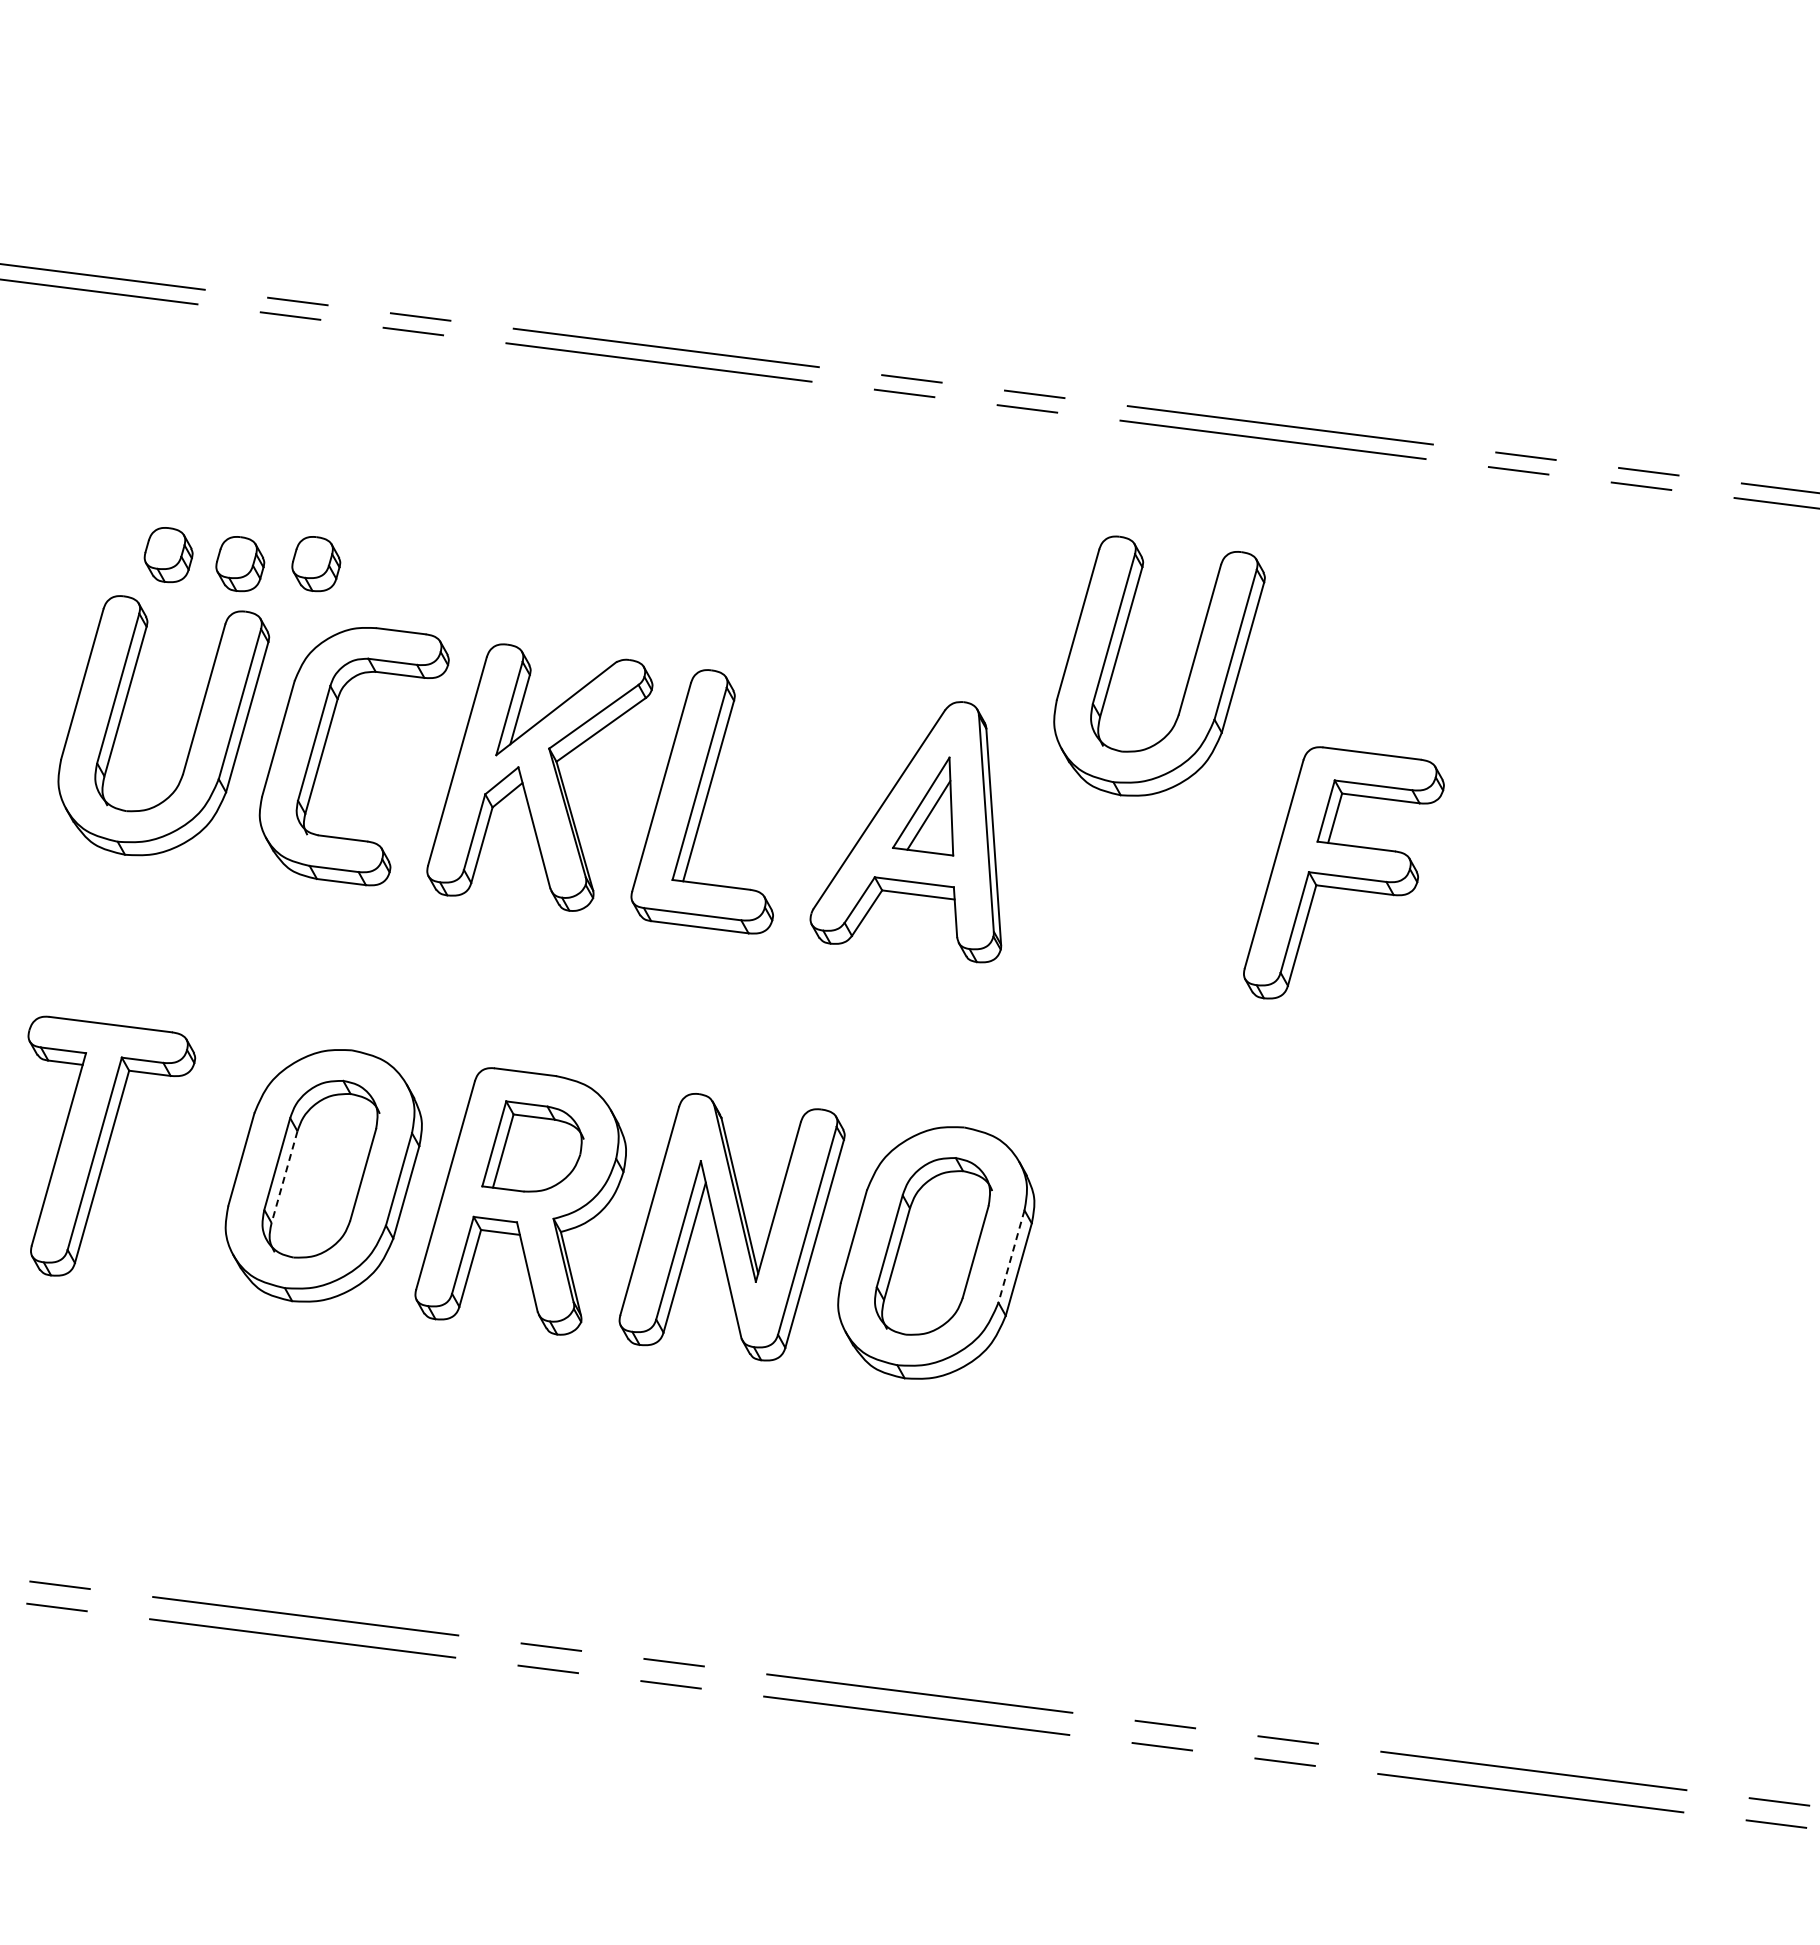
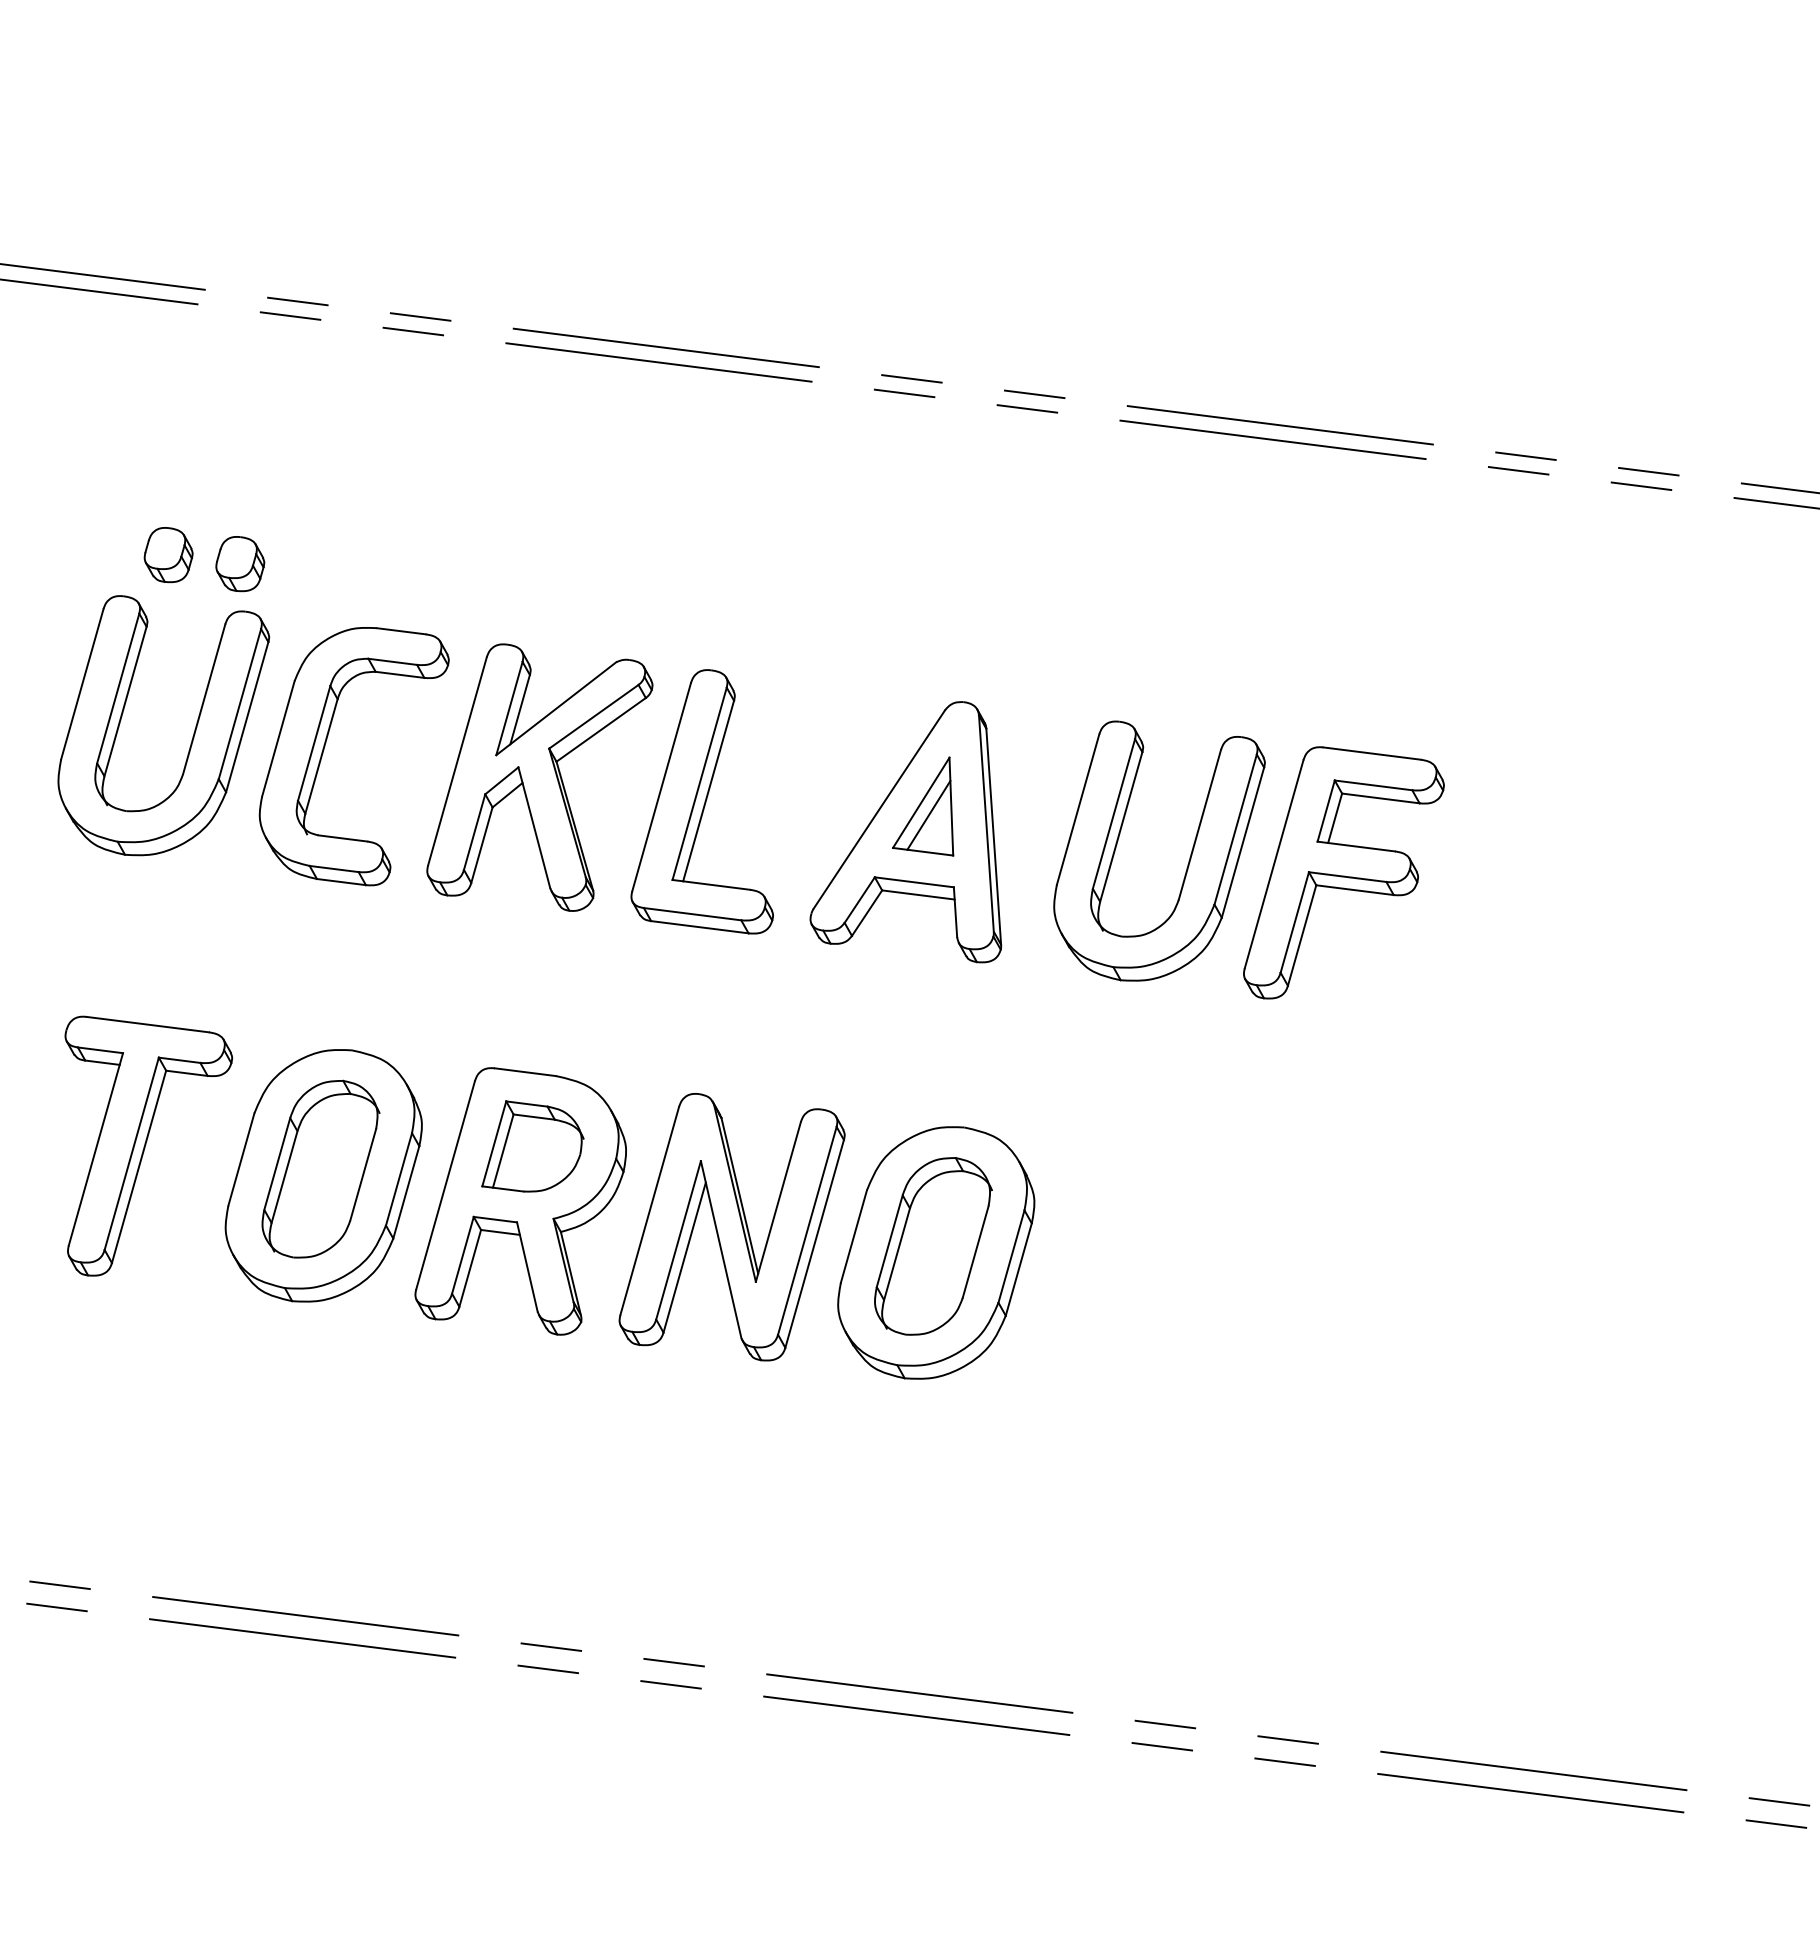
part at (316, 564): present -> none
part at (1188, 675) position: (1188, 675) -> (1188, 860)
part at (111, 1145) position: (111, 1145) -> (148, 1145)
line at (284, 1177): dashed -> solid
line at (1011, 1256): dashed -> solid
